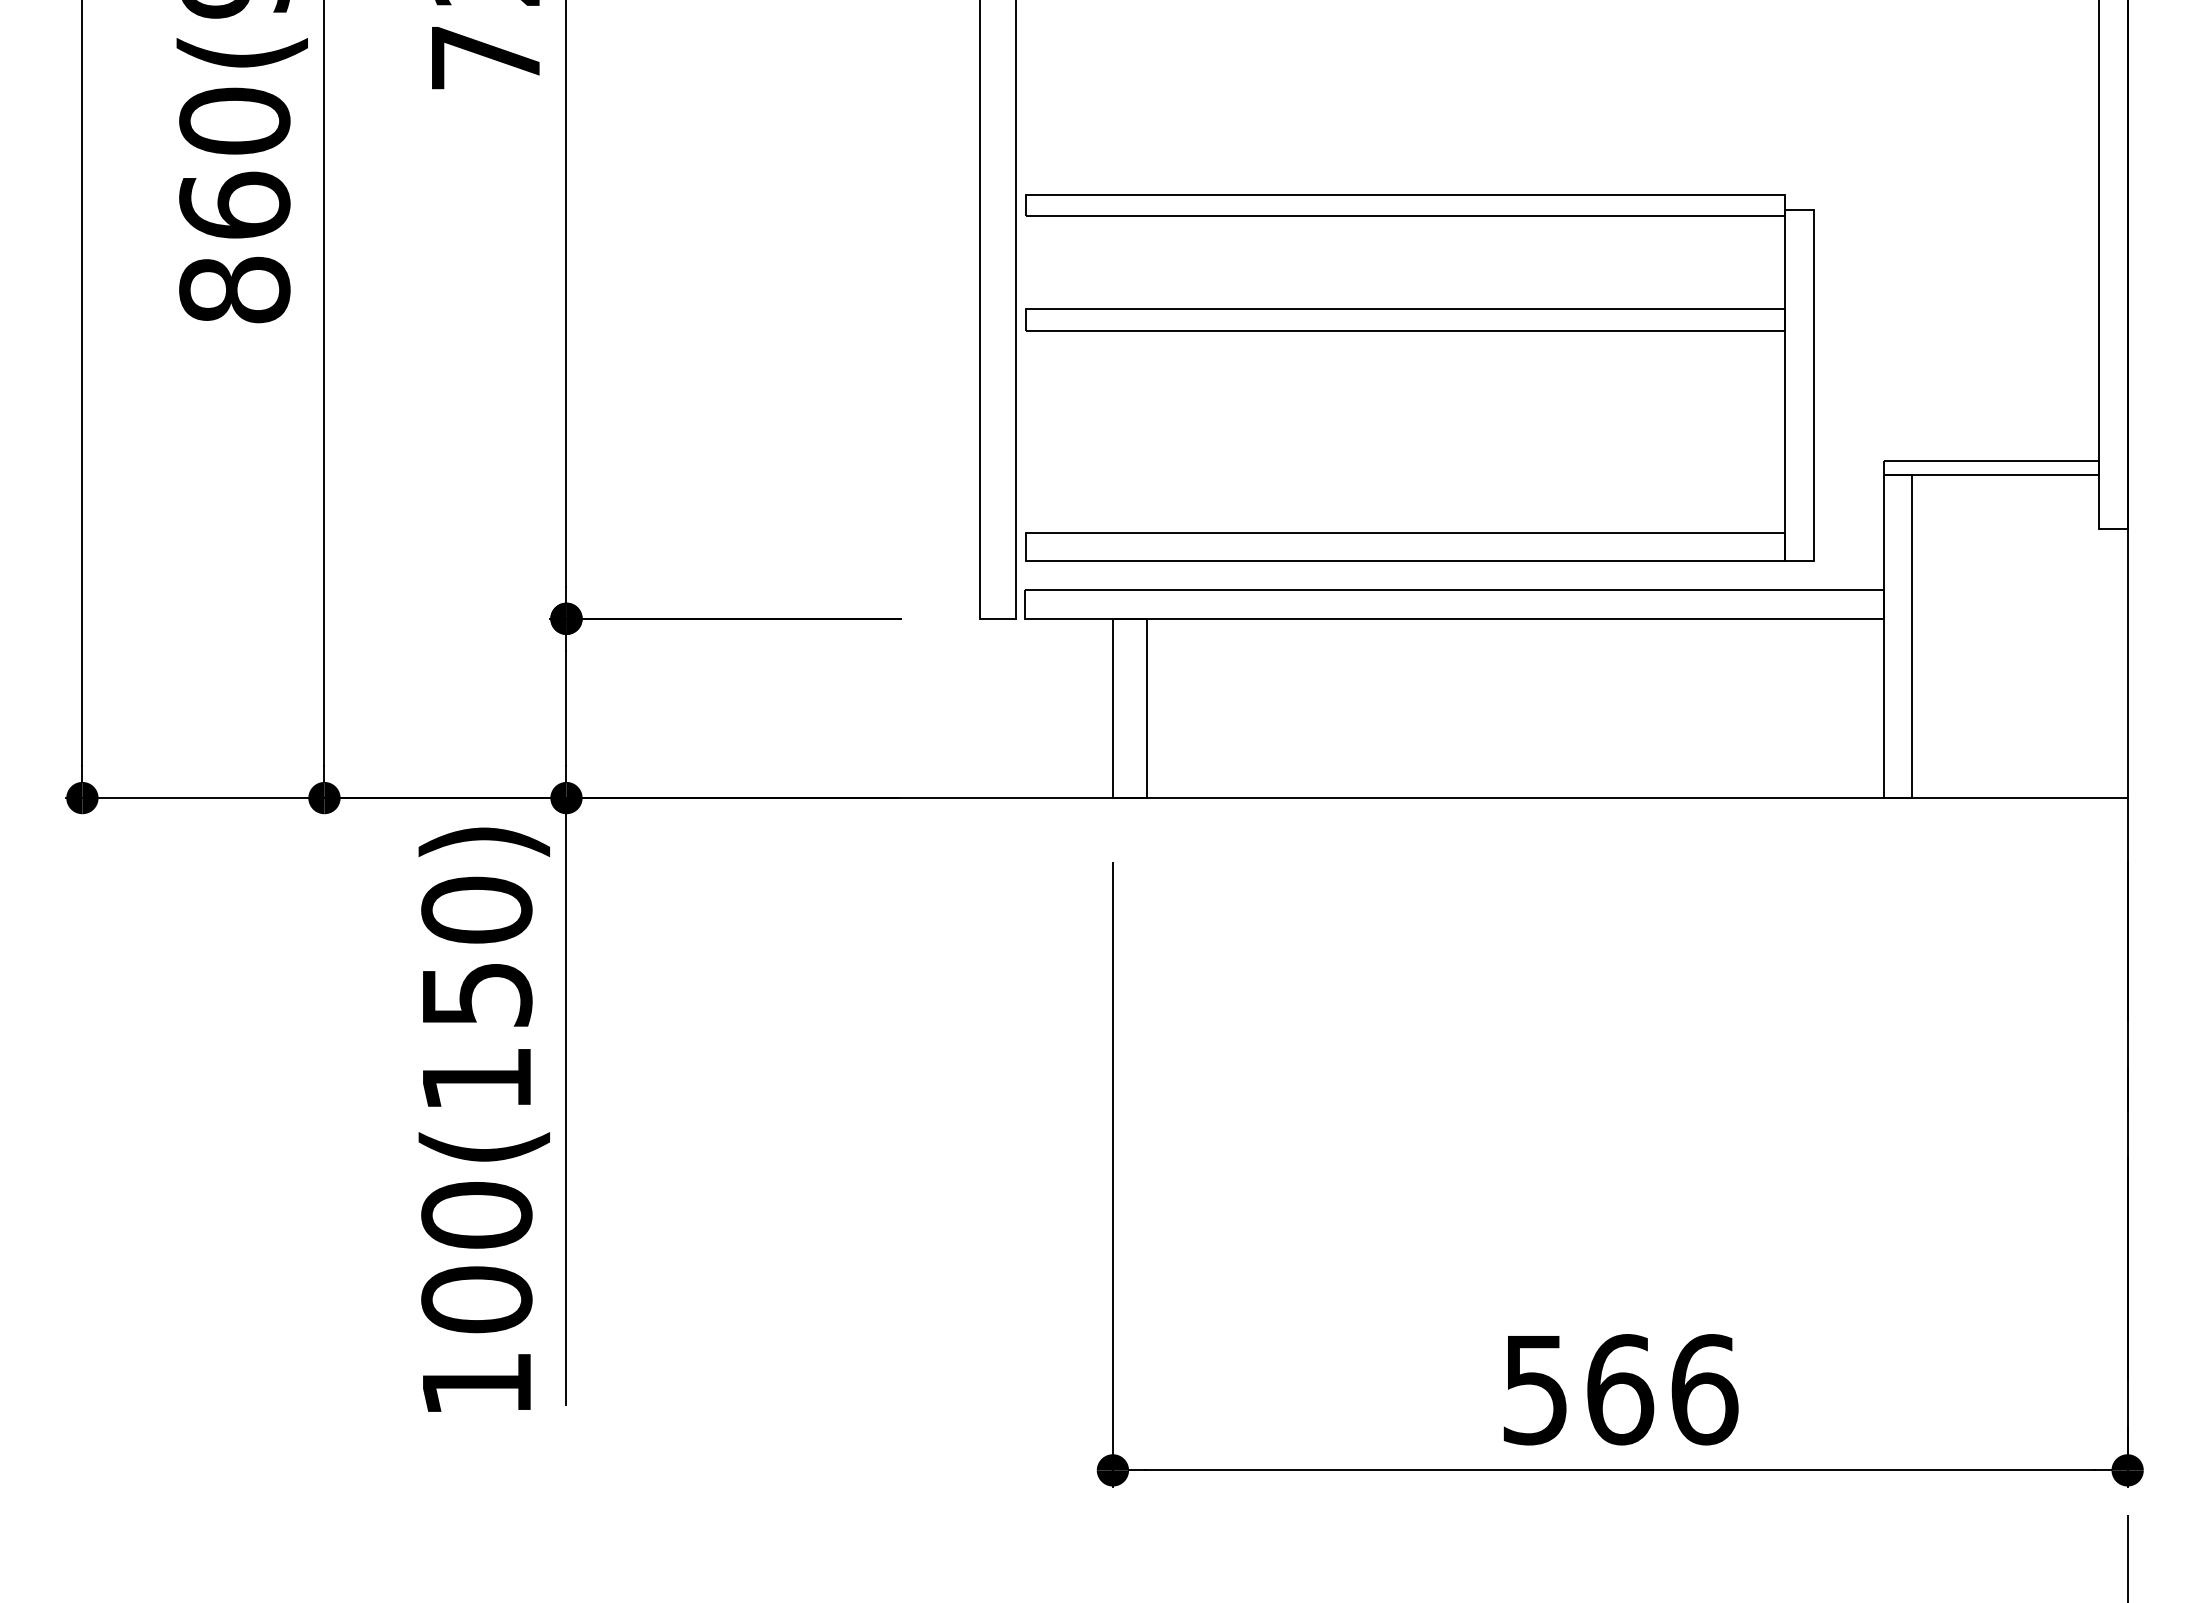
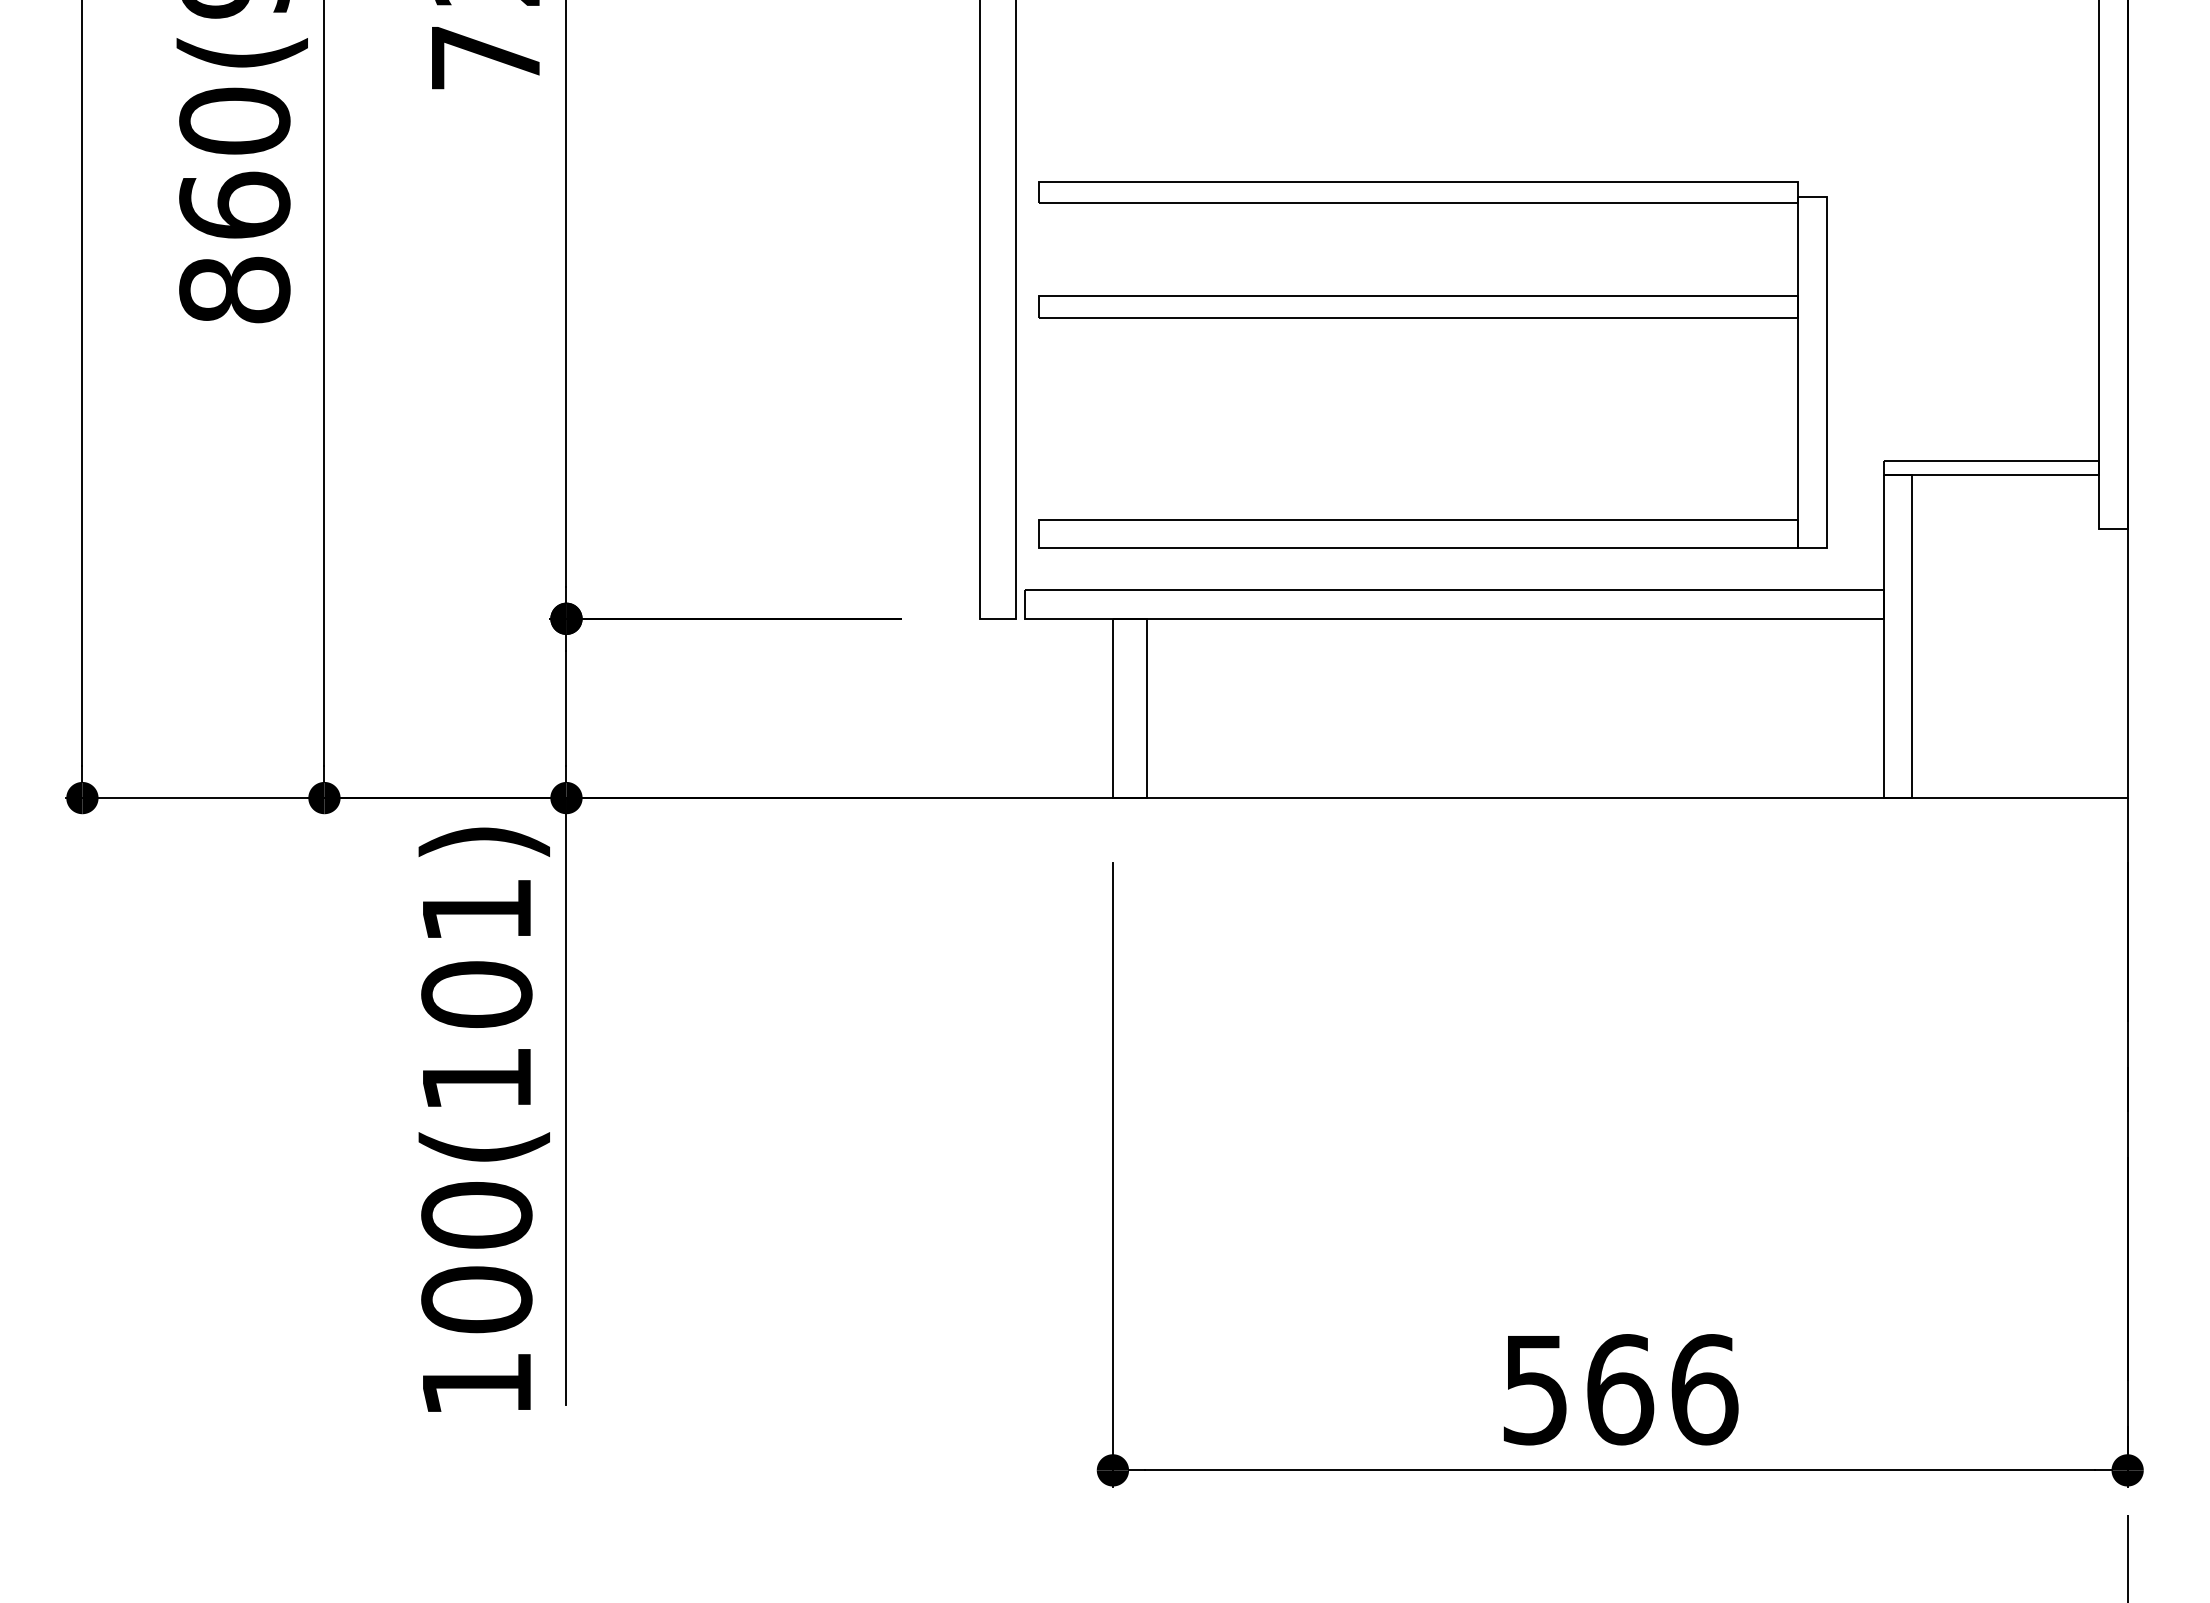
part at (1419, 331) position: (1419, 331) -> (1432, 318)
text at (476, 951): 100(150) -> 100(101)
